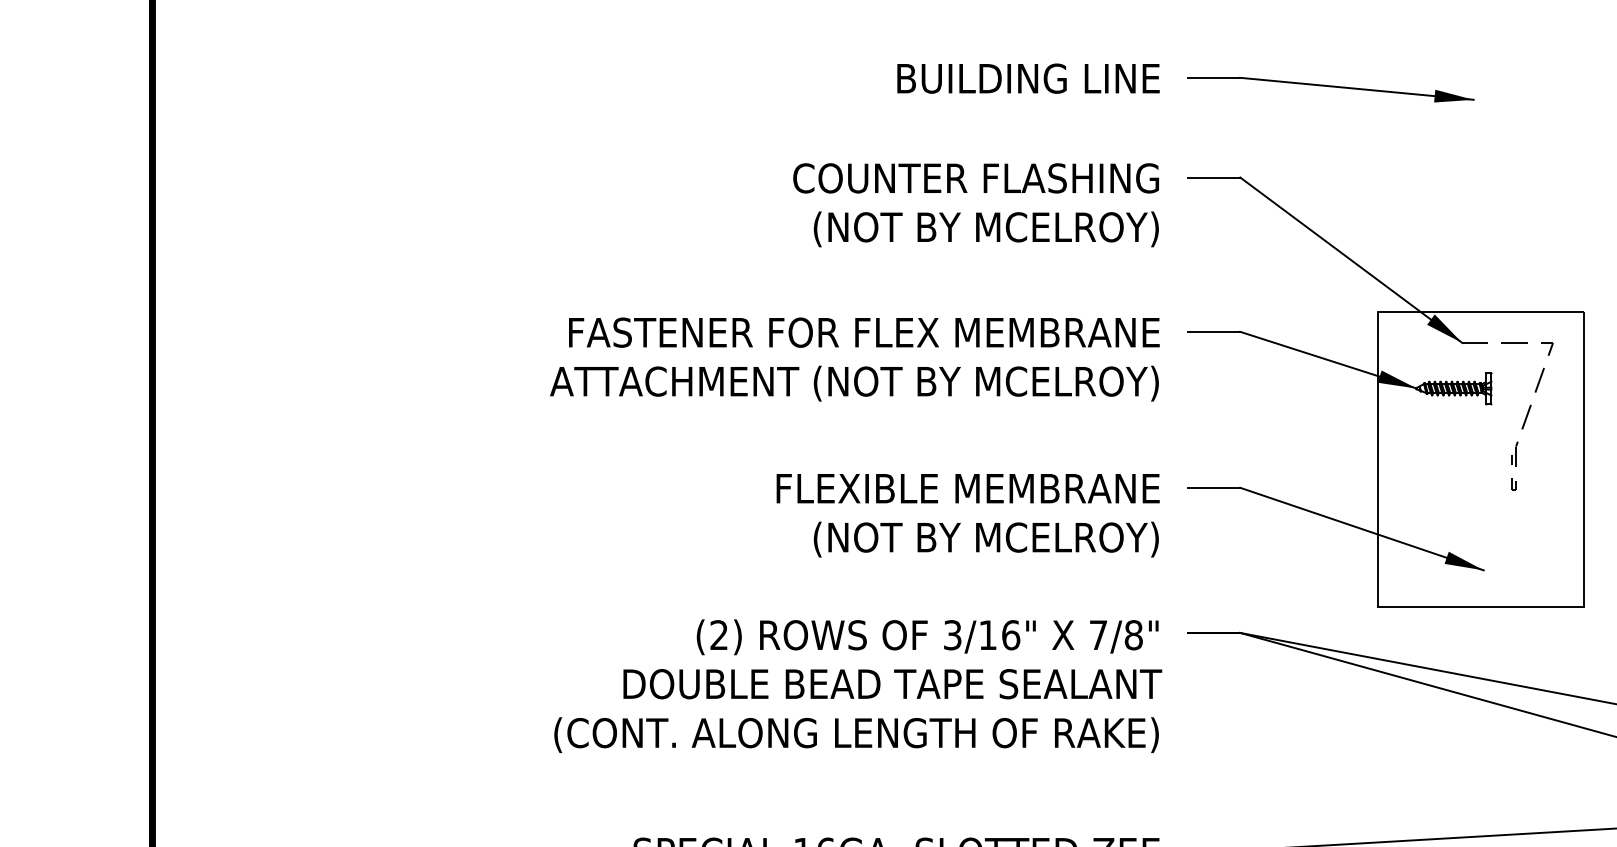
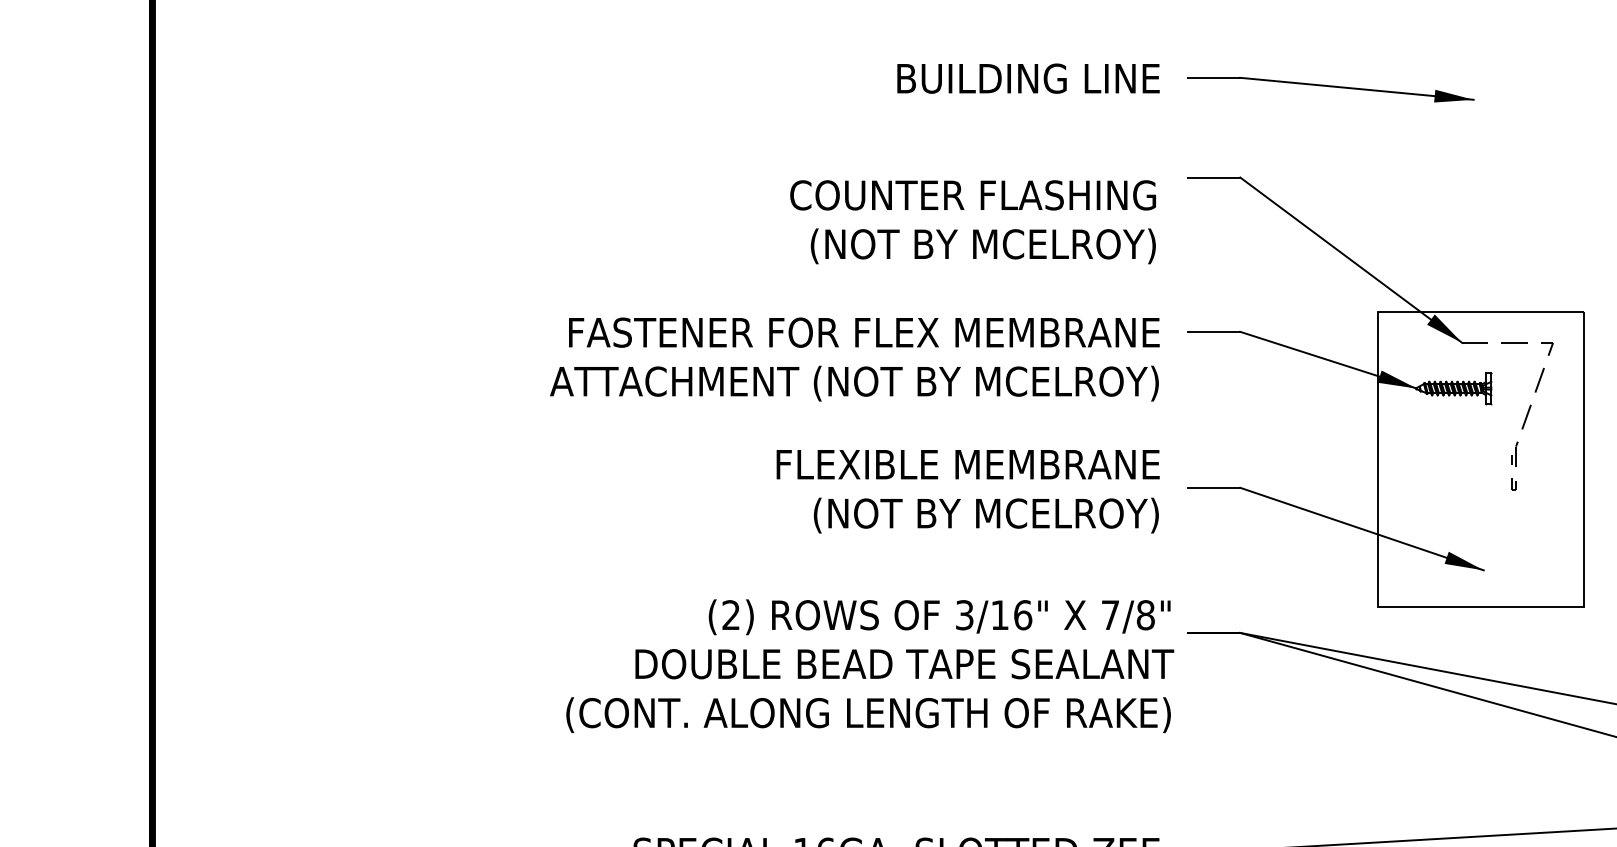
text at (975, 205) position: (975, 205) -> (972, 222)
text at (967, 515) position: (967, 515) -> (967, 491)
text at (858, 685) position: (858, 685) -> (870, 665)
